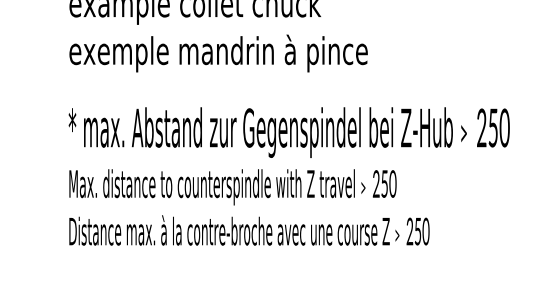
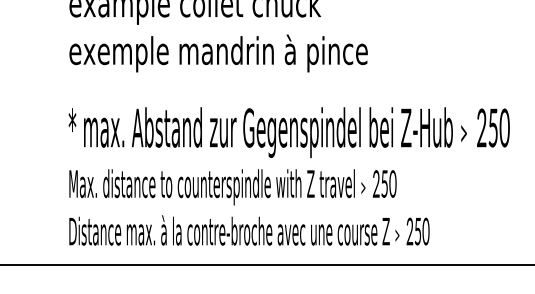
line at (266, 265): none -> present
